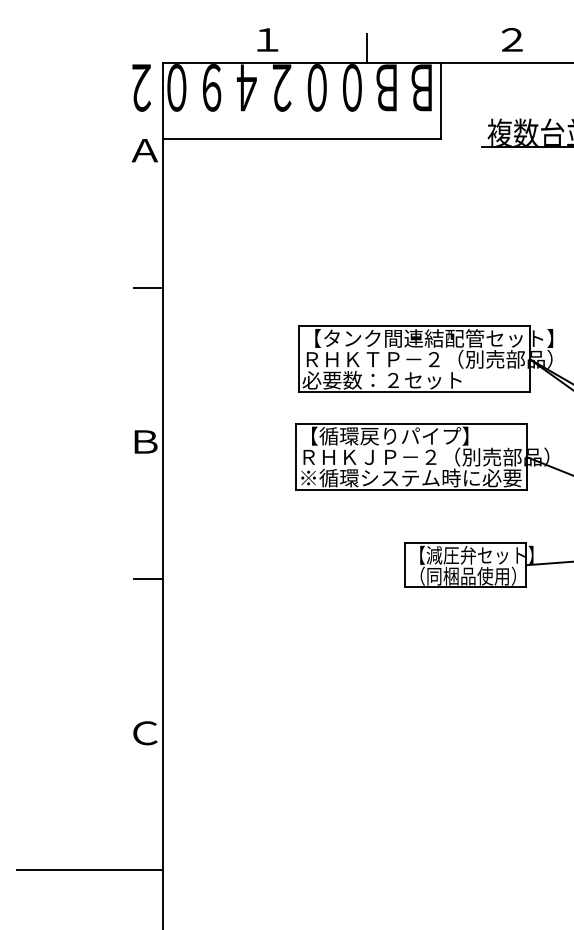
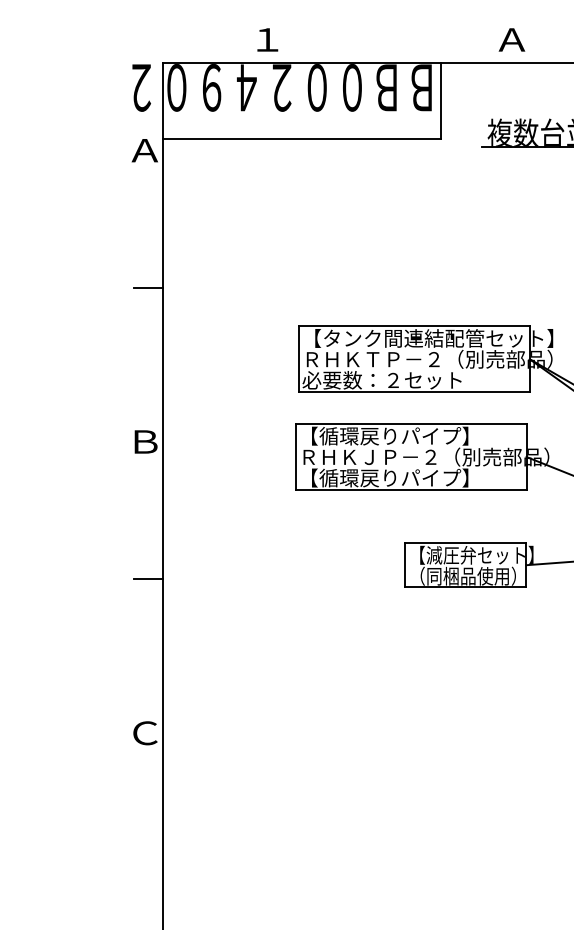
text at (511, 39): ２ -> Ａ
line at (367, 48): present -> none
text at (411, 477): ※循環システム時に必要 -> 【循環戻りパイプ】
line at (90, 870): present -> none
